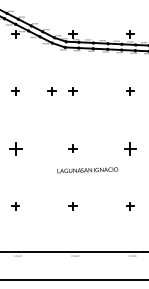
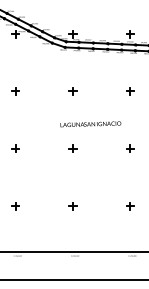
part at (51, 91): present -> none
part at (15, 148) size: 14x14 px -> 9x9 px
part at (130, 148) size: 13x14 px -> 9x9 px
text at (87, 170) position: (87, 170) -> (90, 124)
